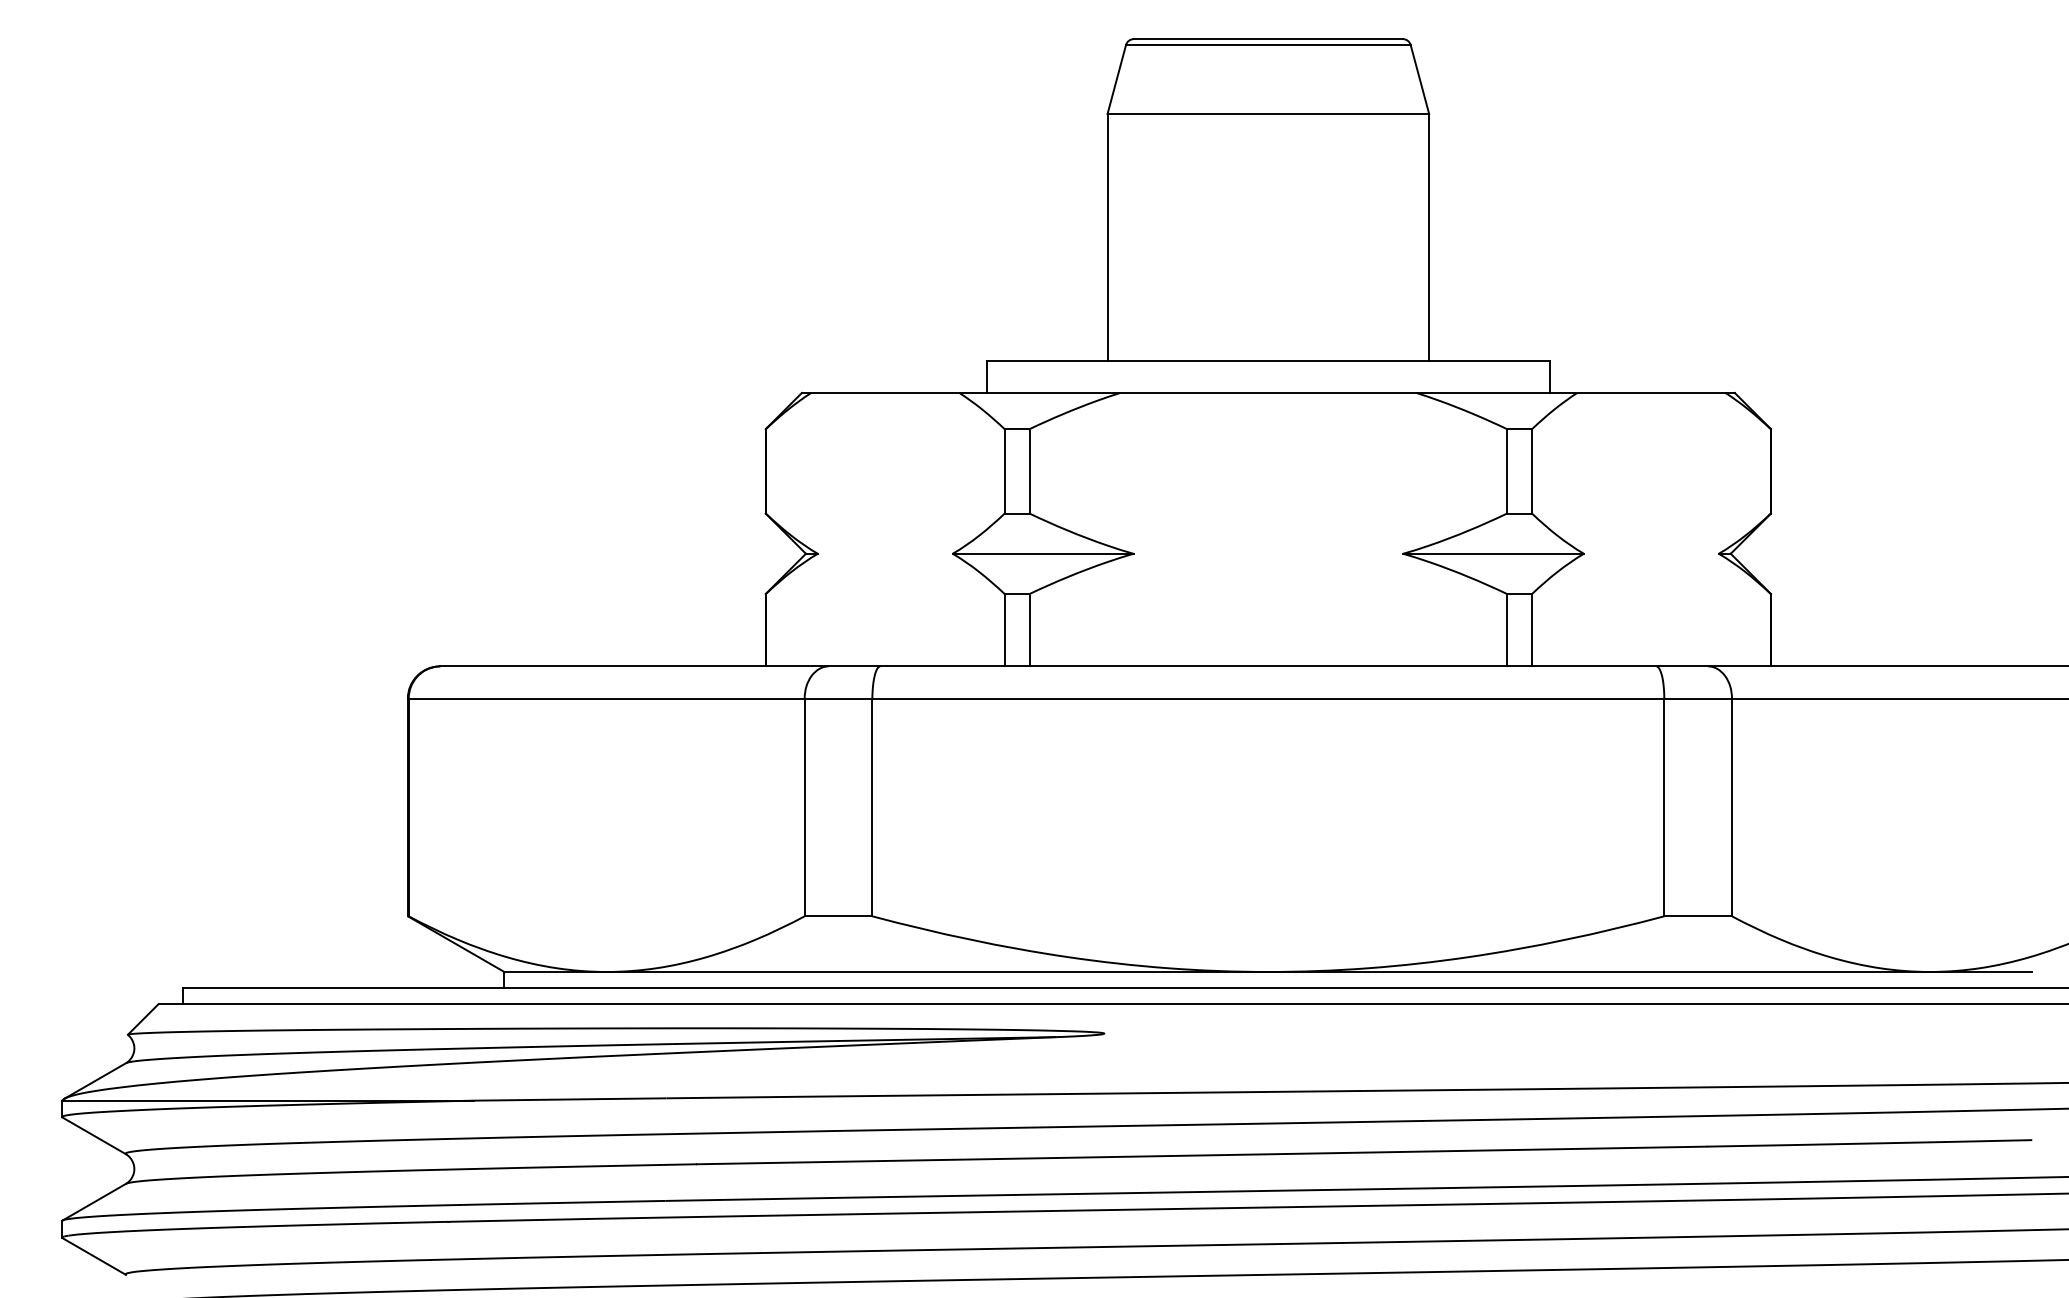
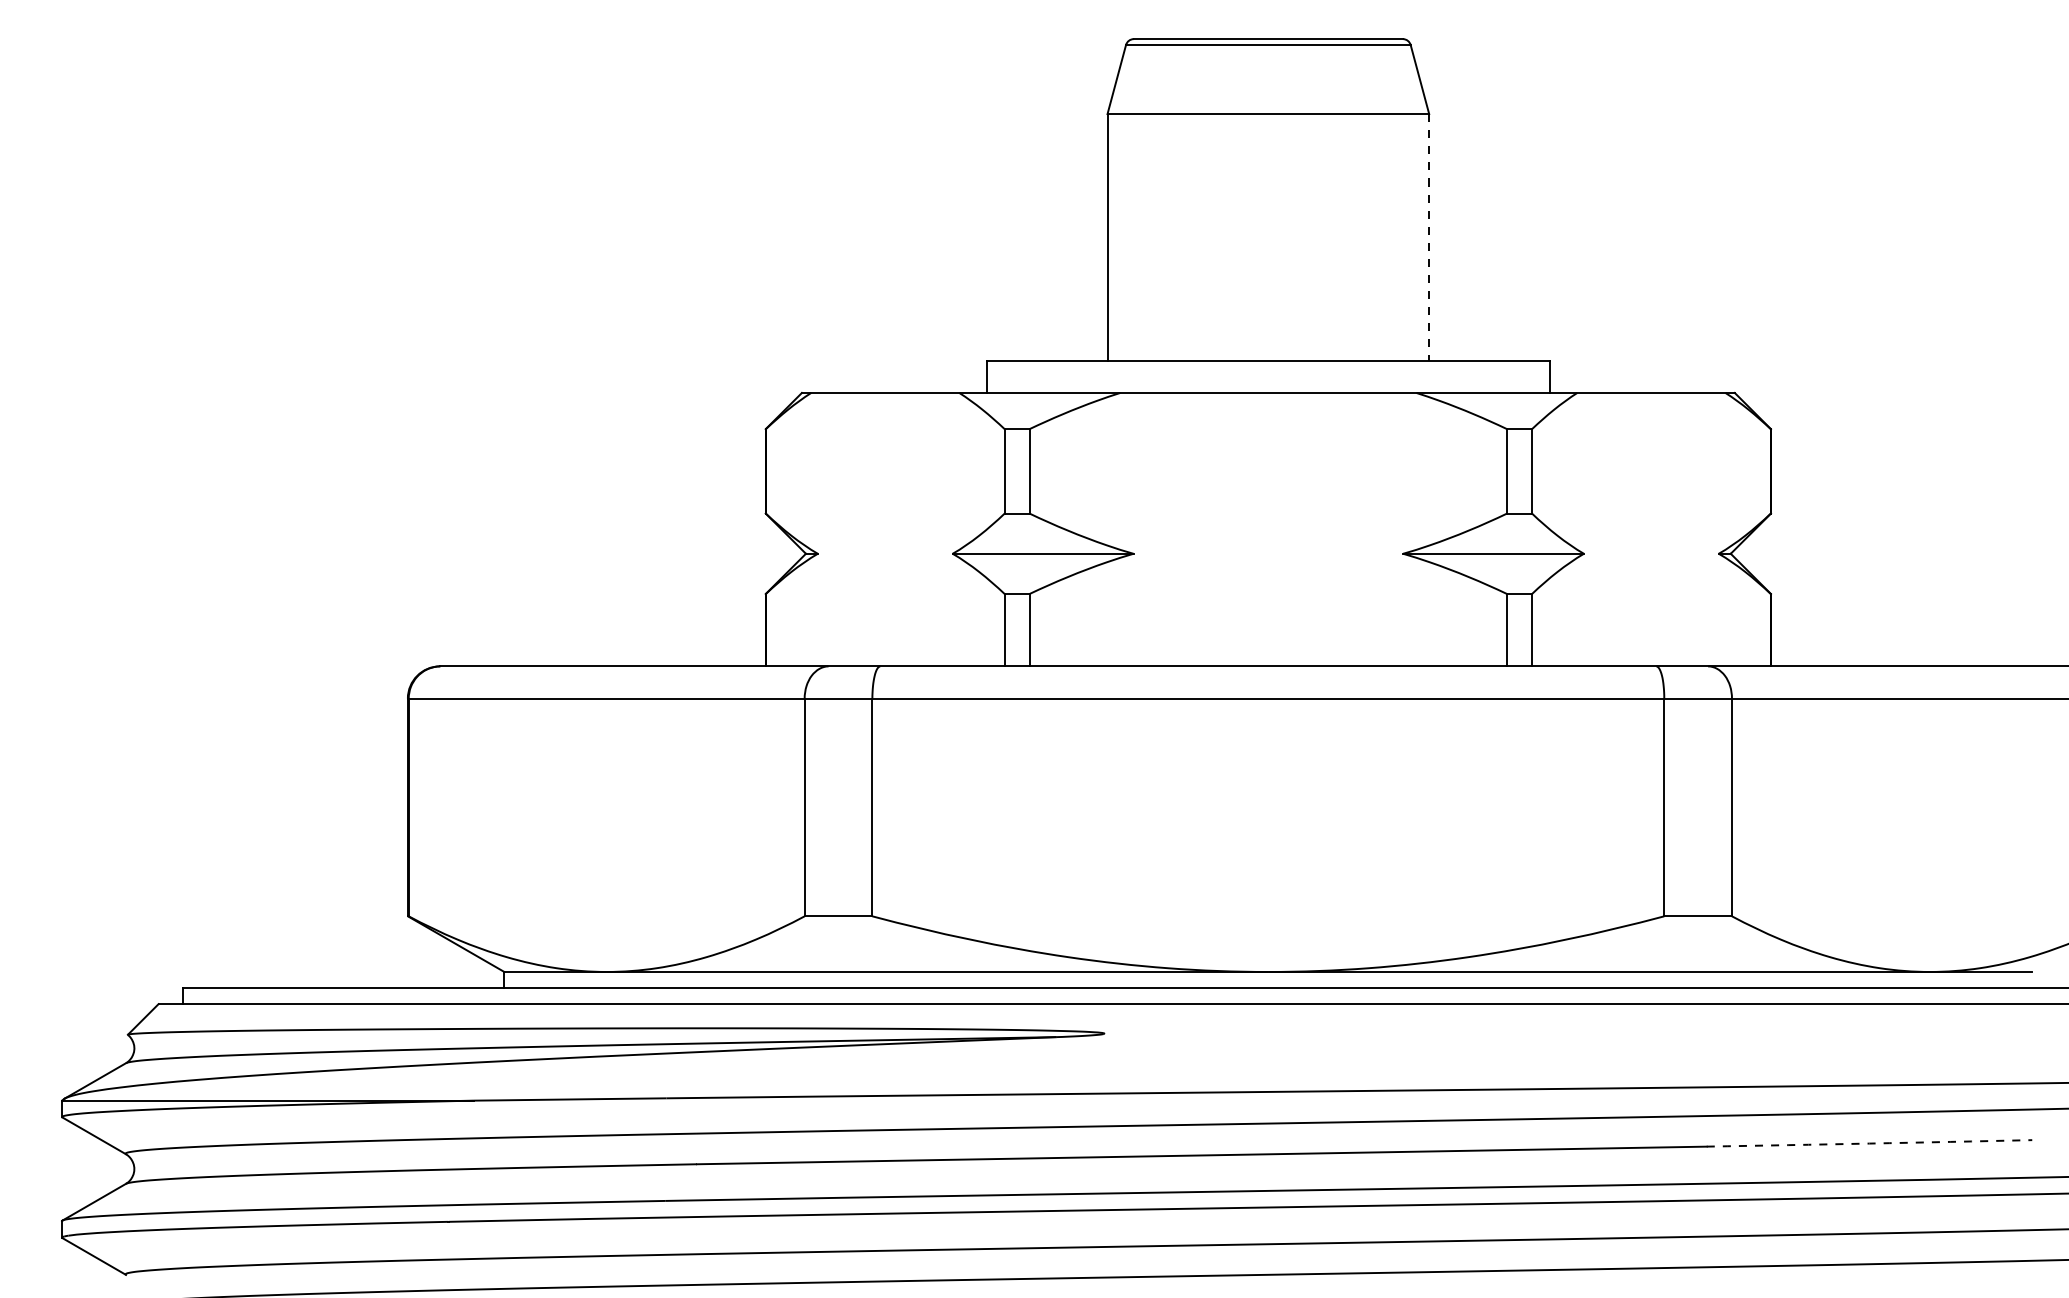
line at (1429, 237): solid -> dashed
arc at (1869, 1143): solid -> dashed
